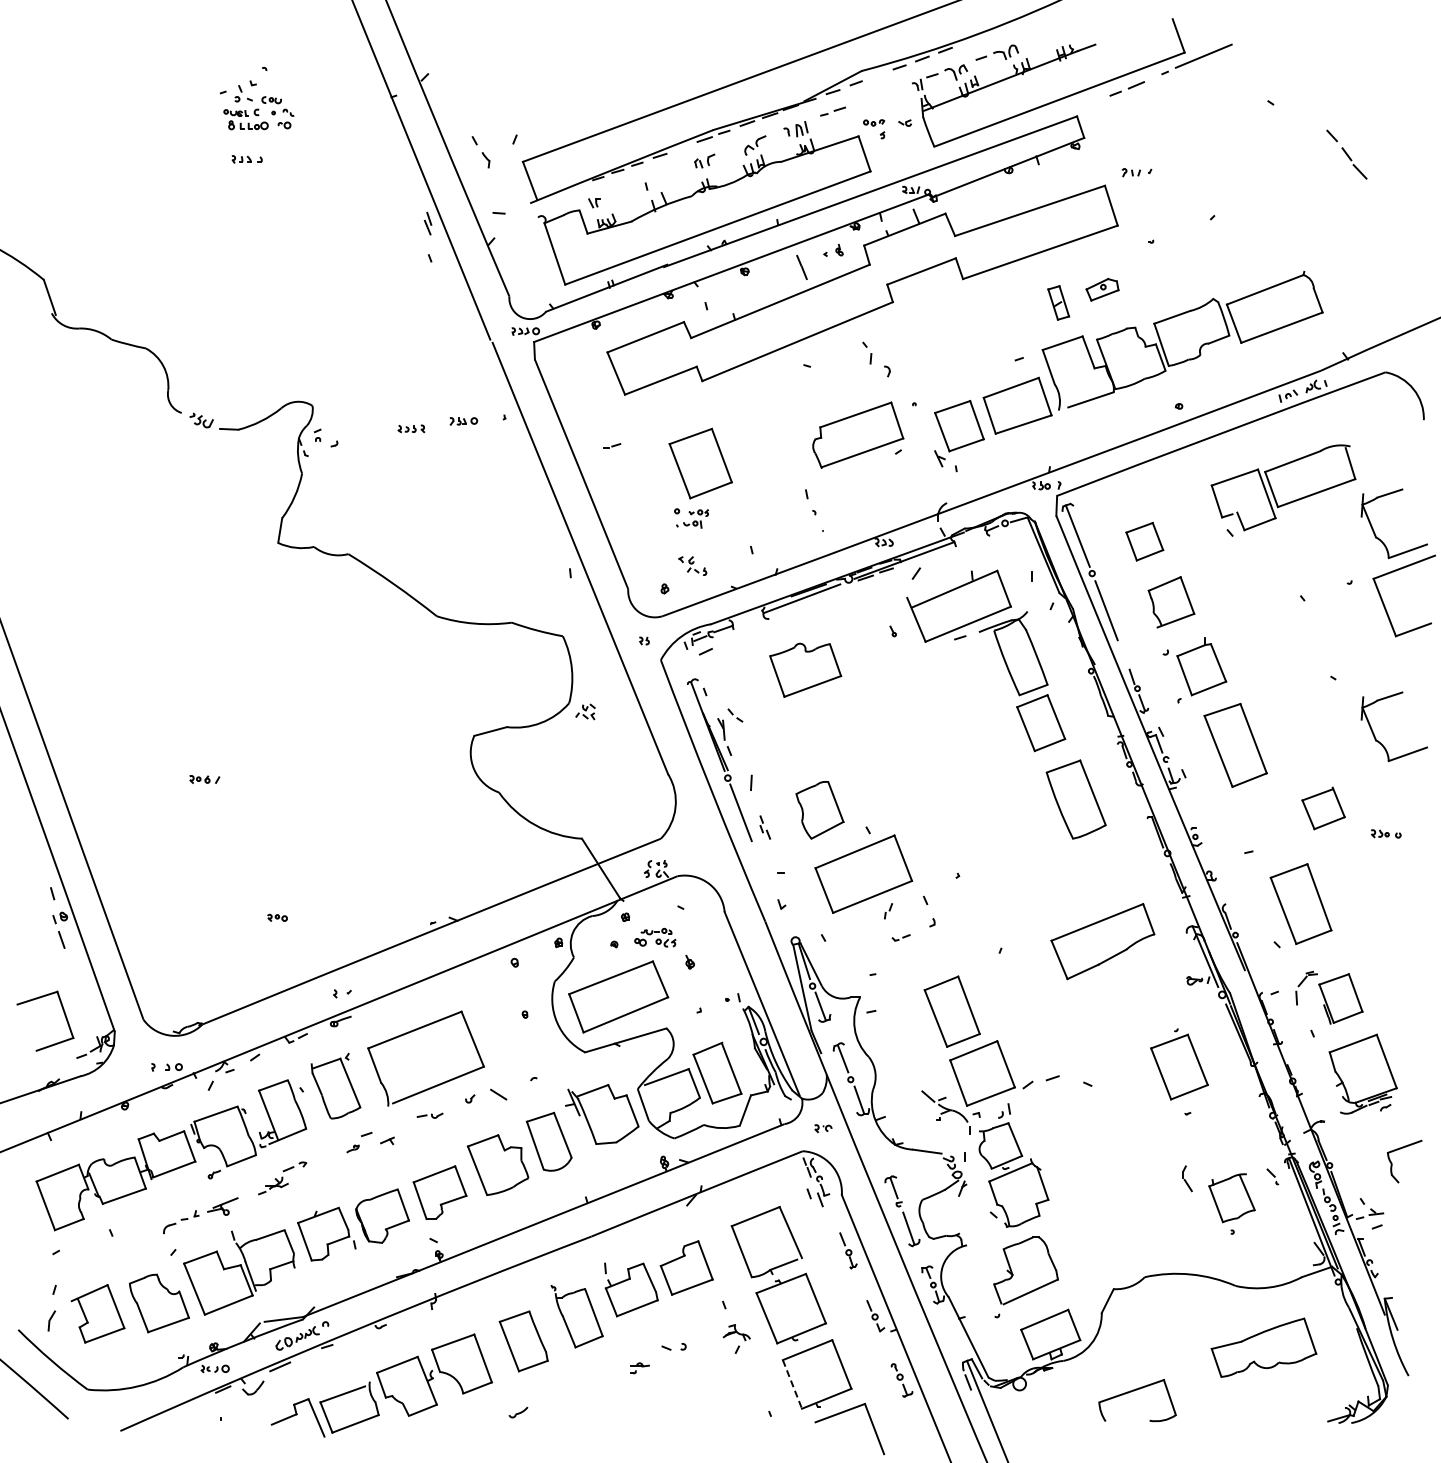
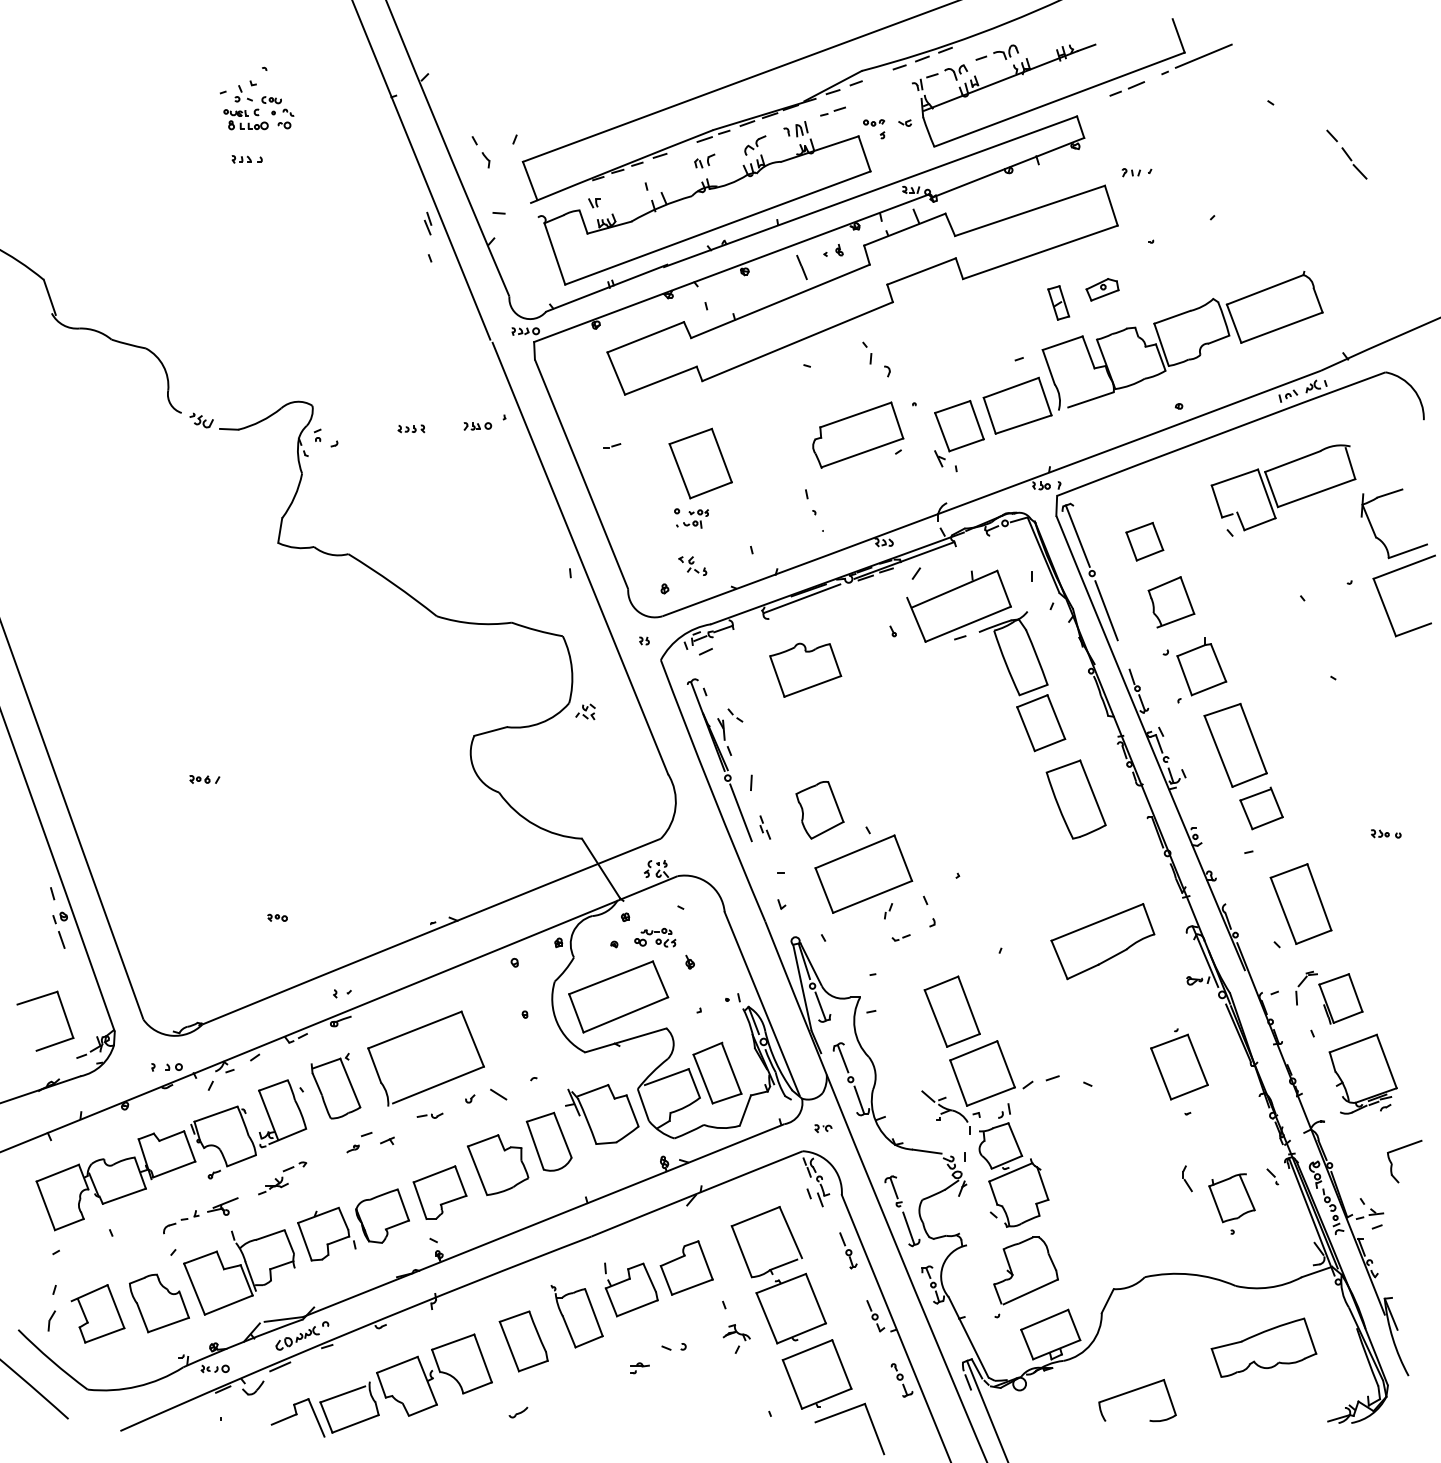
part at (463, 421) position: (463, 421) -> (477, 426)
part at (1374, 733): present -> none
part at (1323, 808) position: (1323, 808) -> (1261, 808)
line at (792, 1384): dashed -> solid
